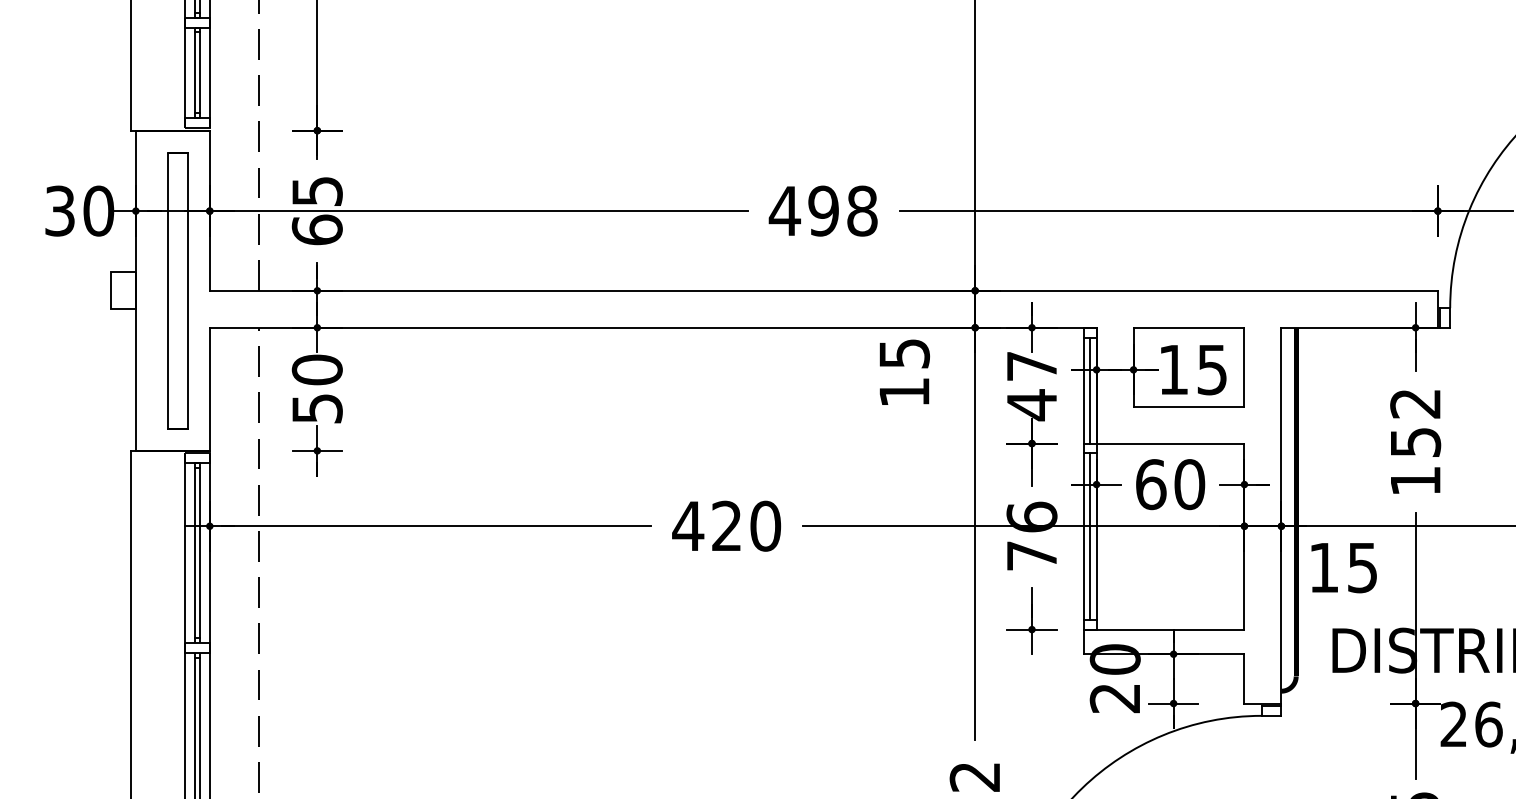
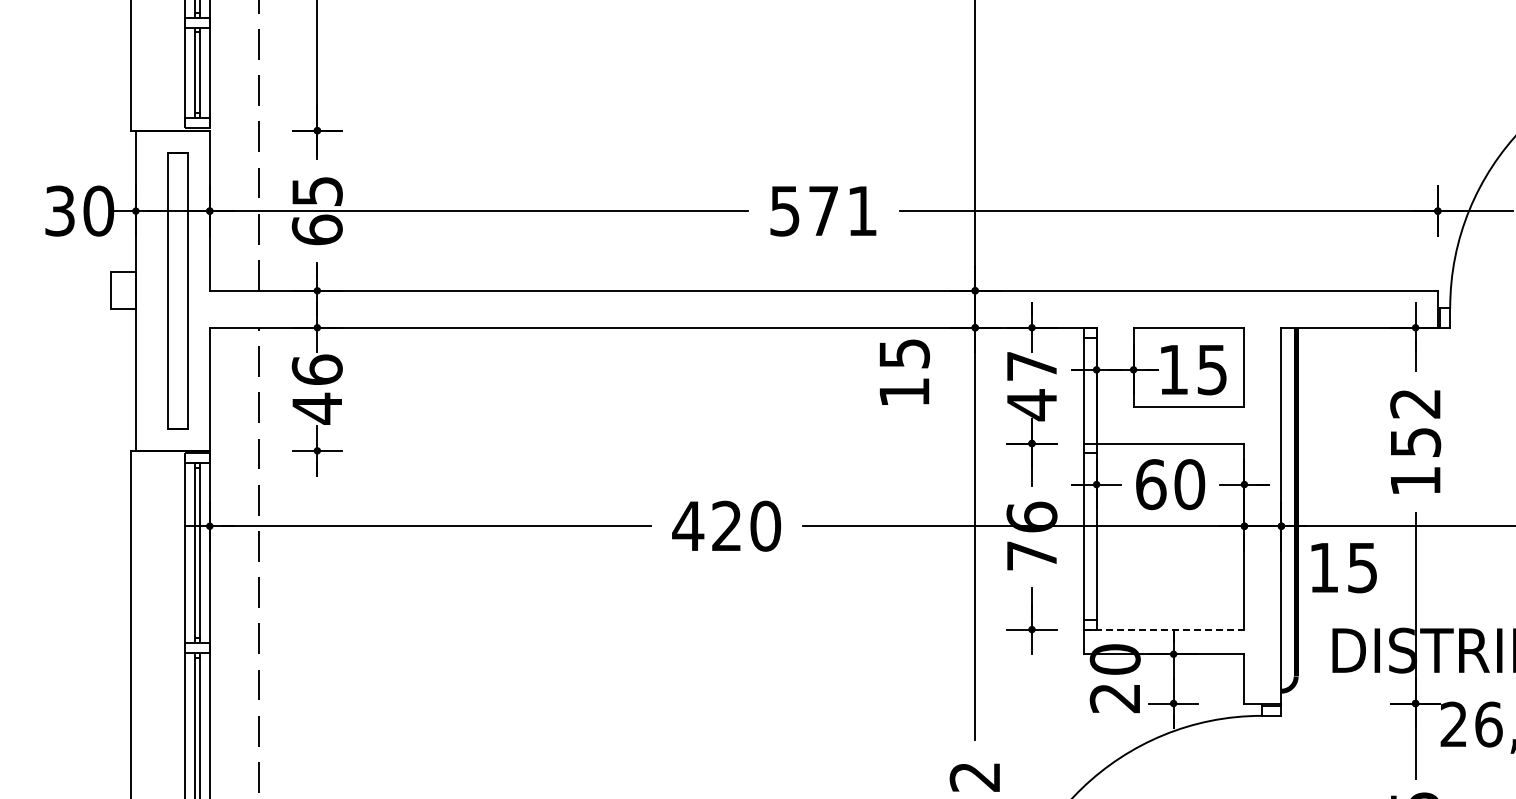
text at (822, 210): 498 -> 571
text at (316, 389): 50 -> 46
line at (1090, 390): present -> none
line at (1090, 536): present -> none
line at (1164, 629): solid -> dashed
